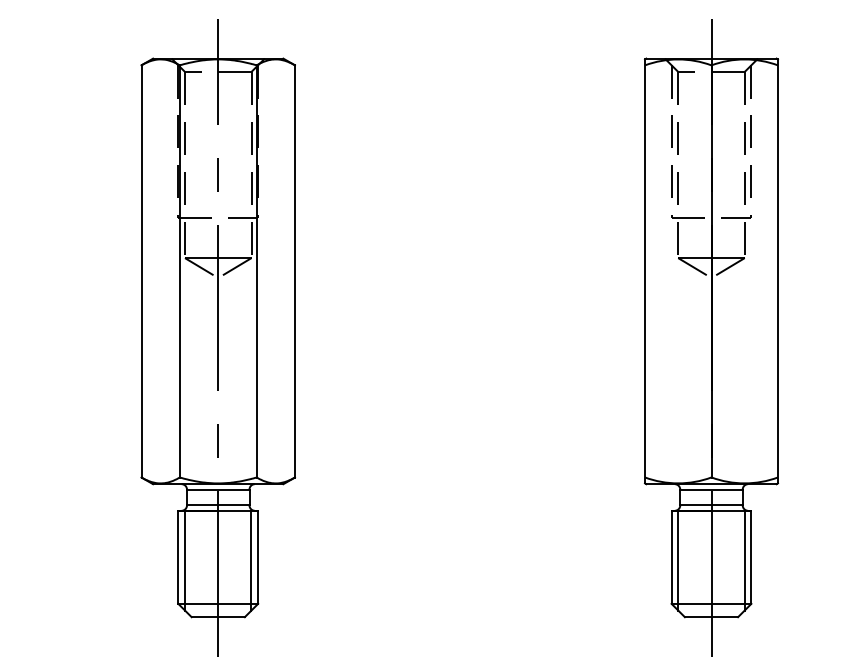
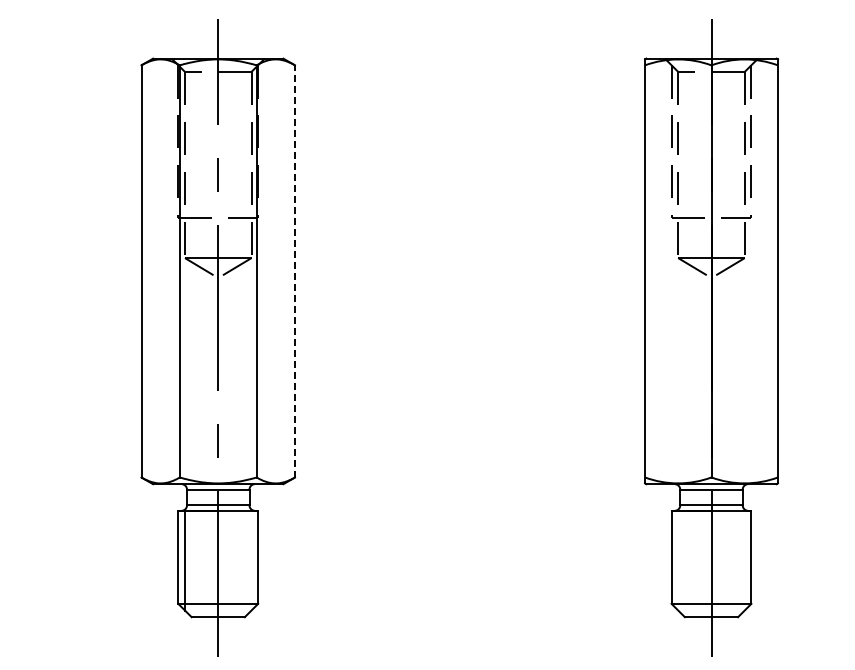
line at (294, 270): solid -> dashed
line at (251, 560): present -> none
line at (678, 560): present -> none
line at (744, 560): present -> none
